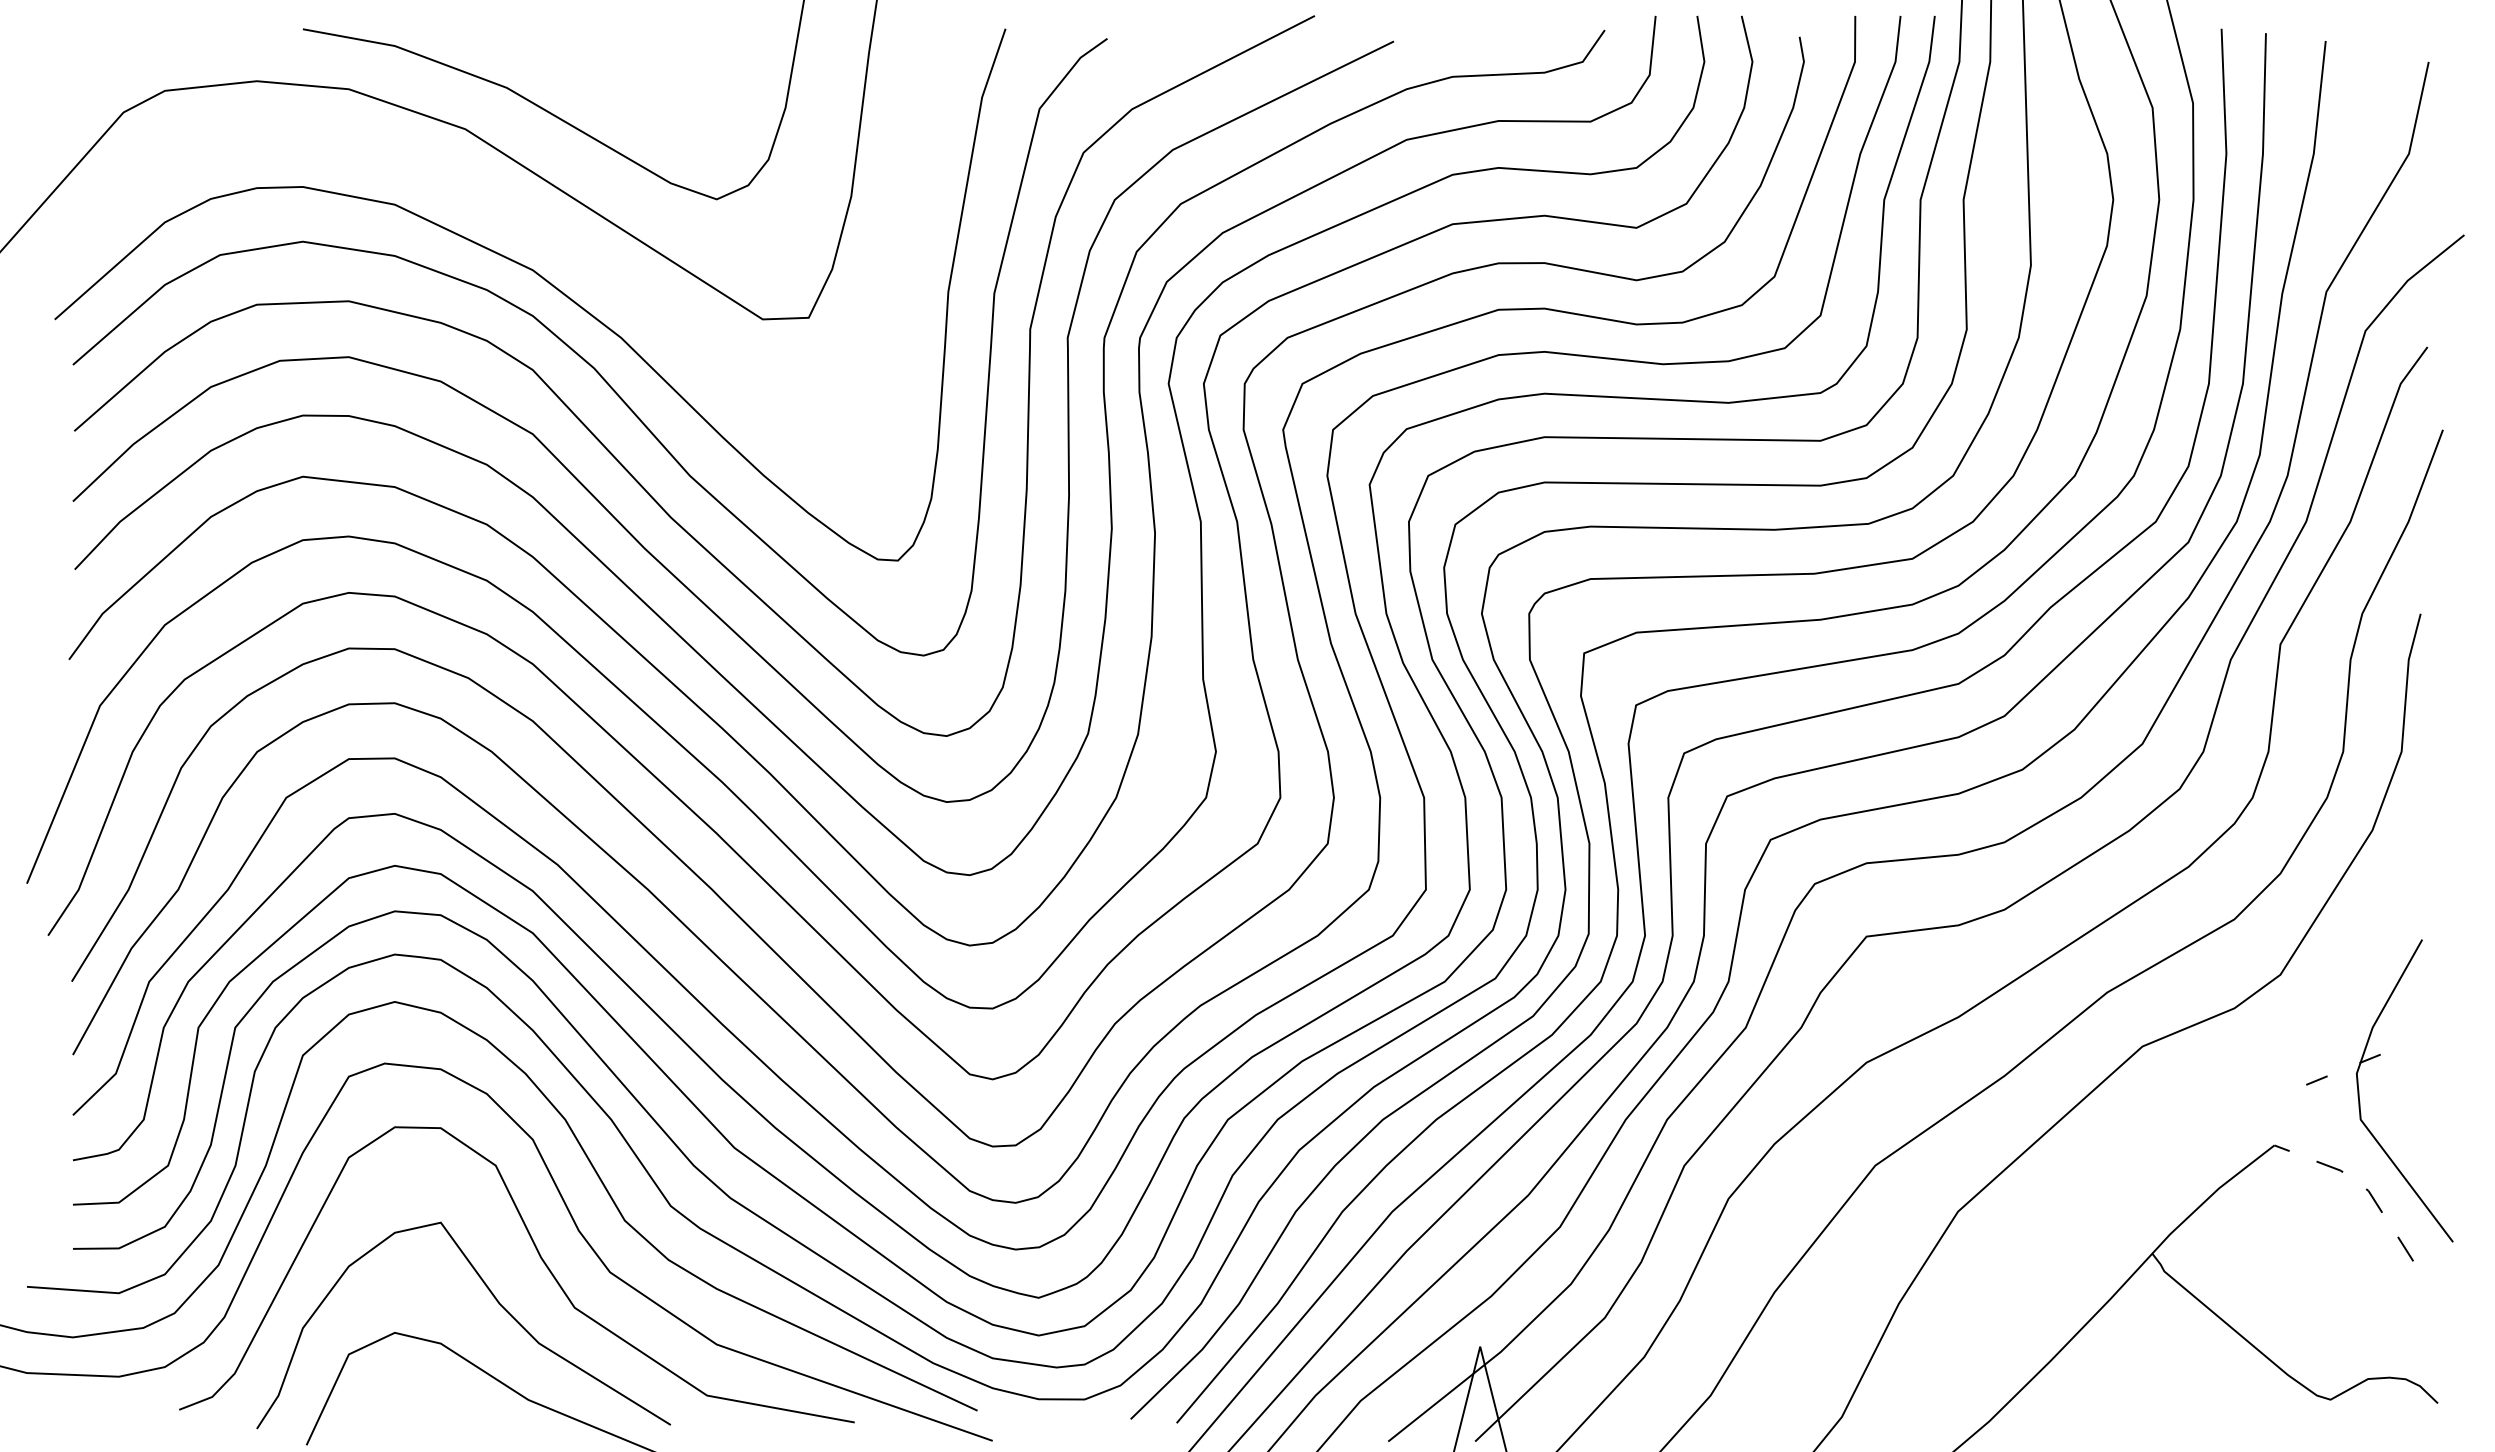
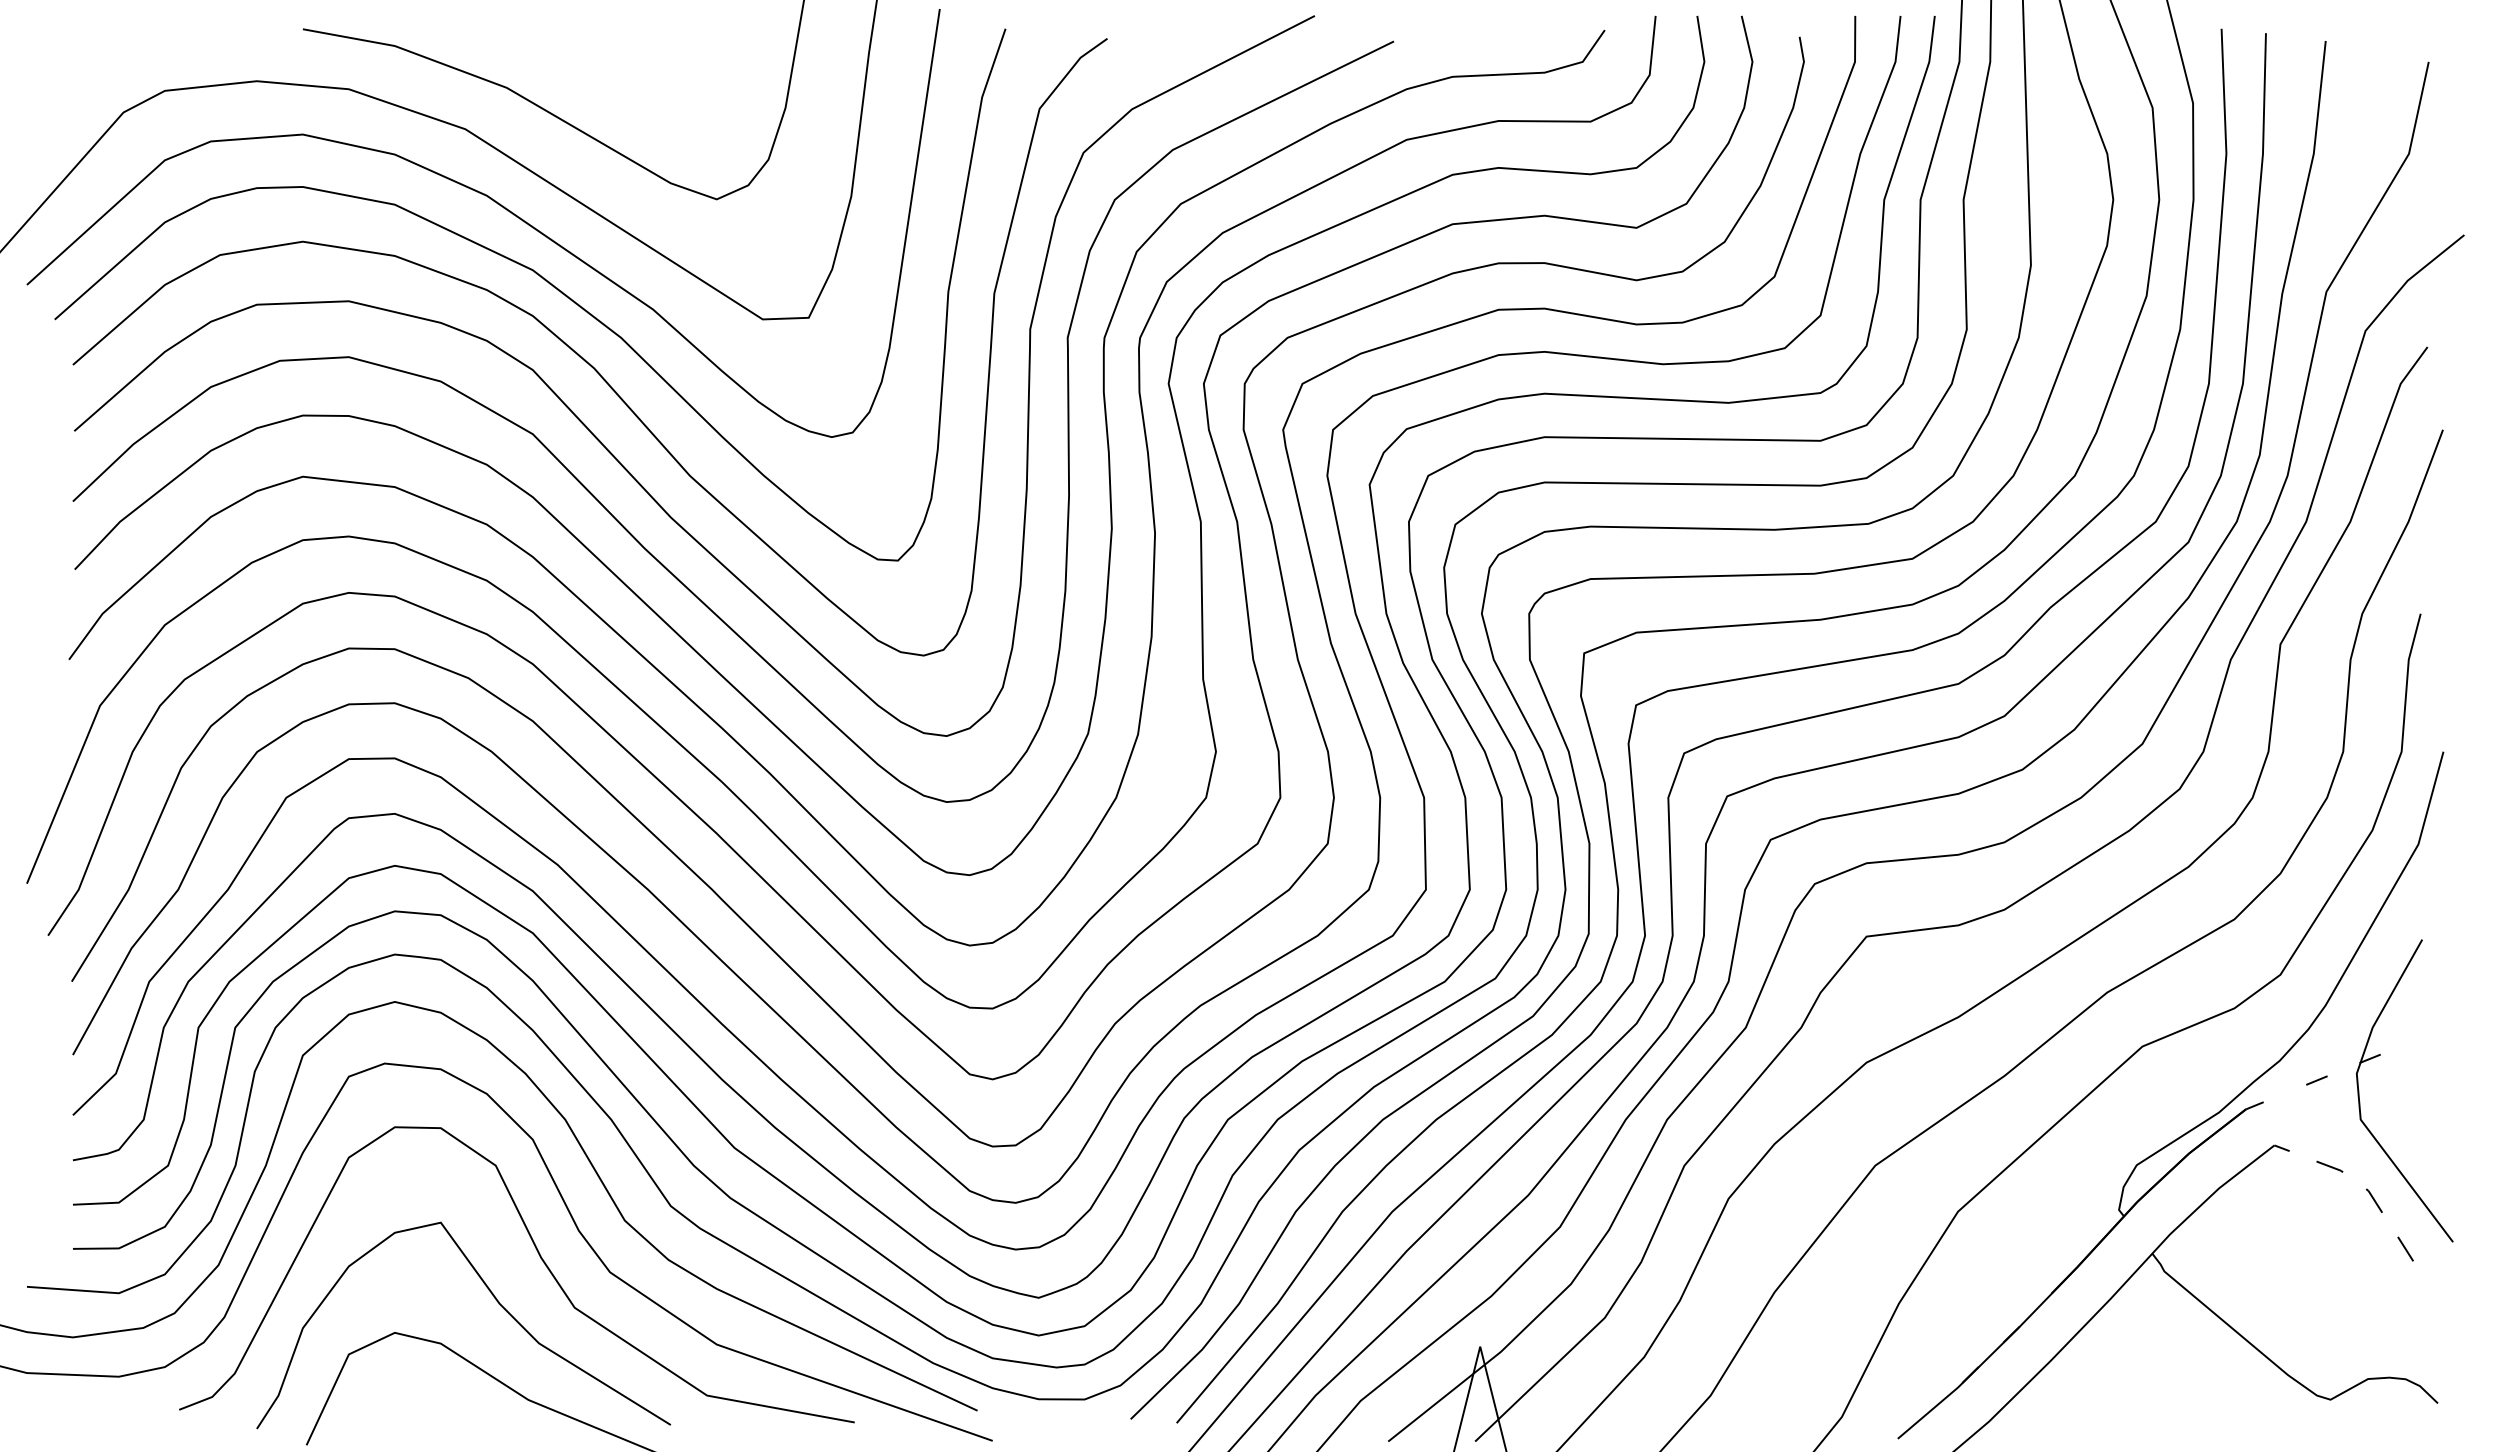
curve at (497, 204): none -> present
part at (2193, 1127): none -> present
